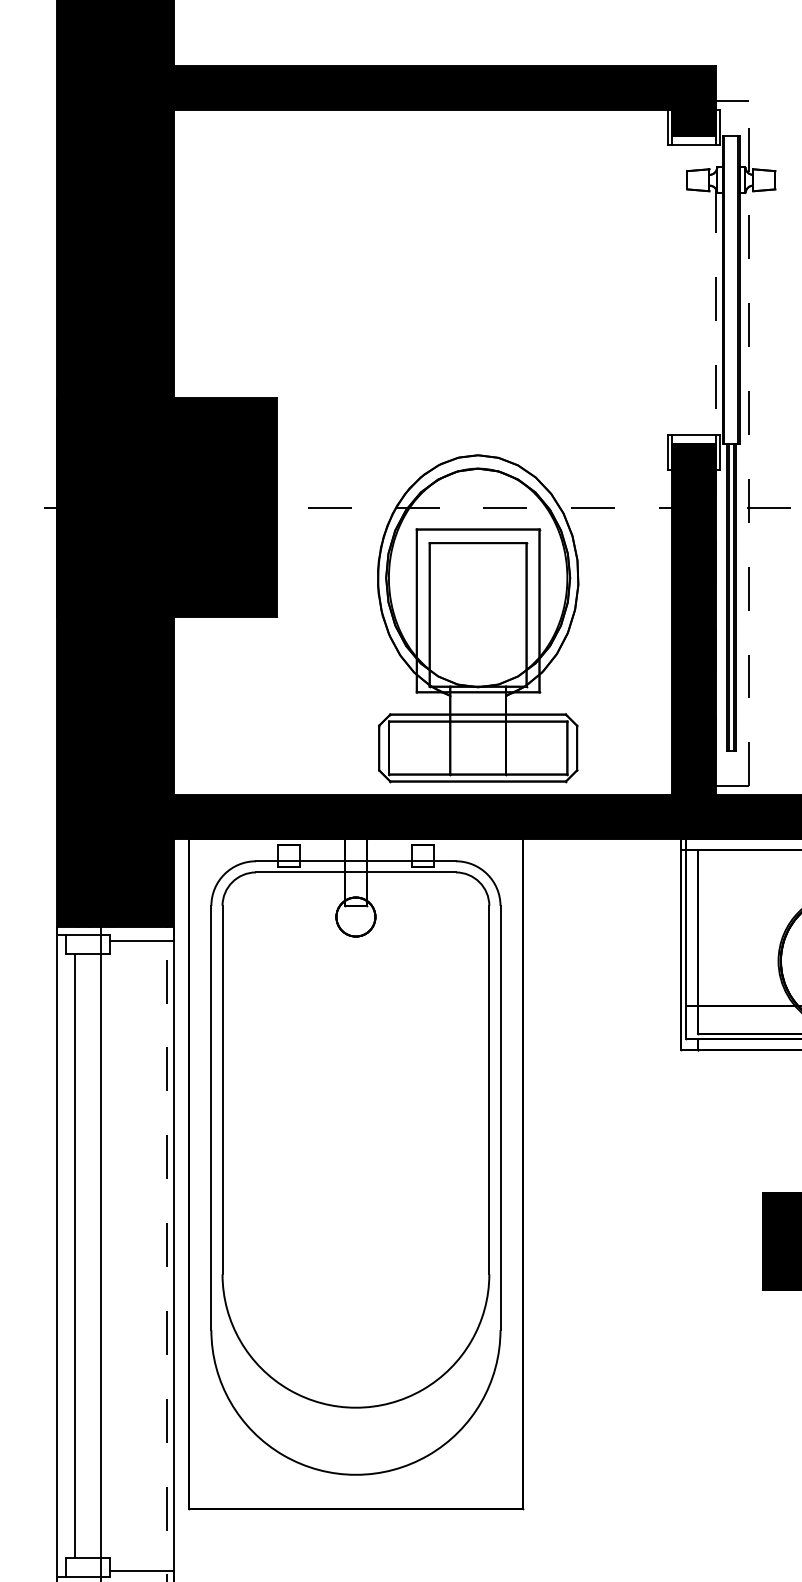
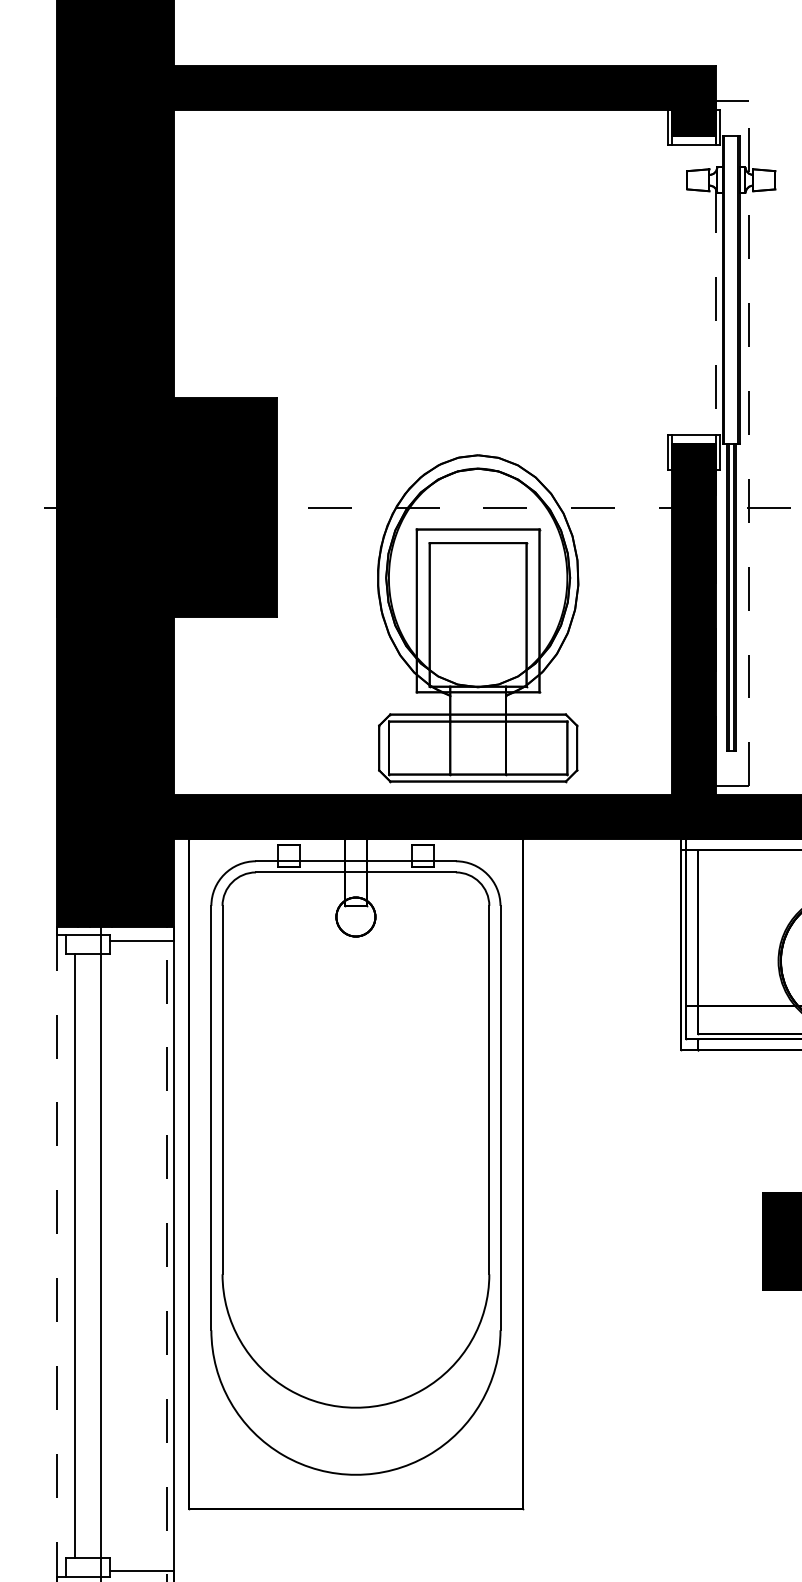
line at (57, 1253): solid -> dashed
